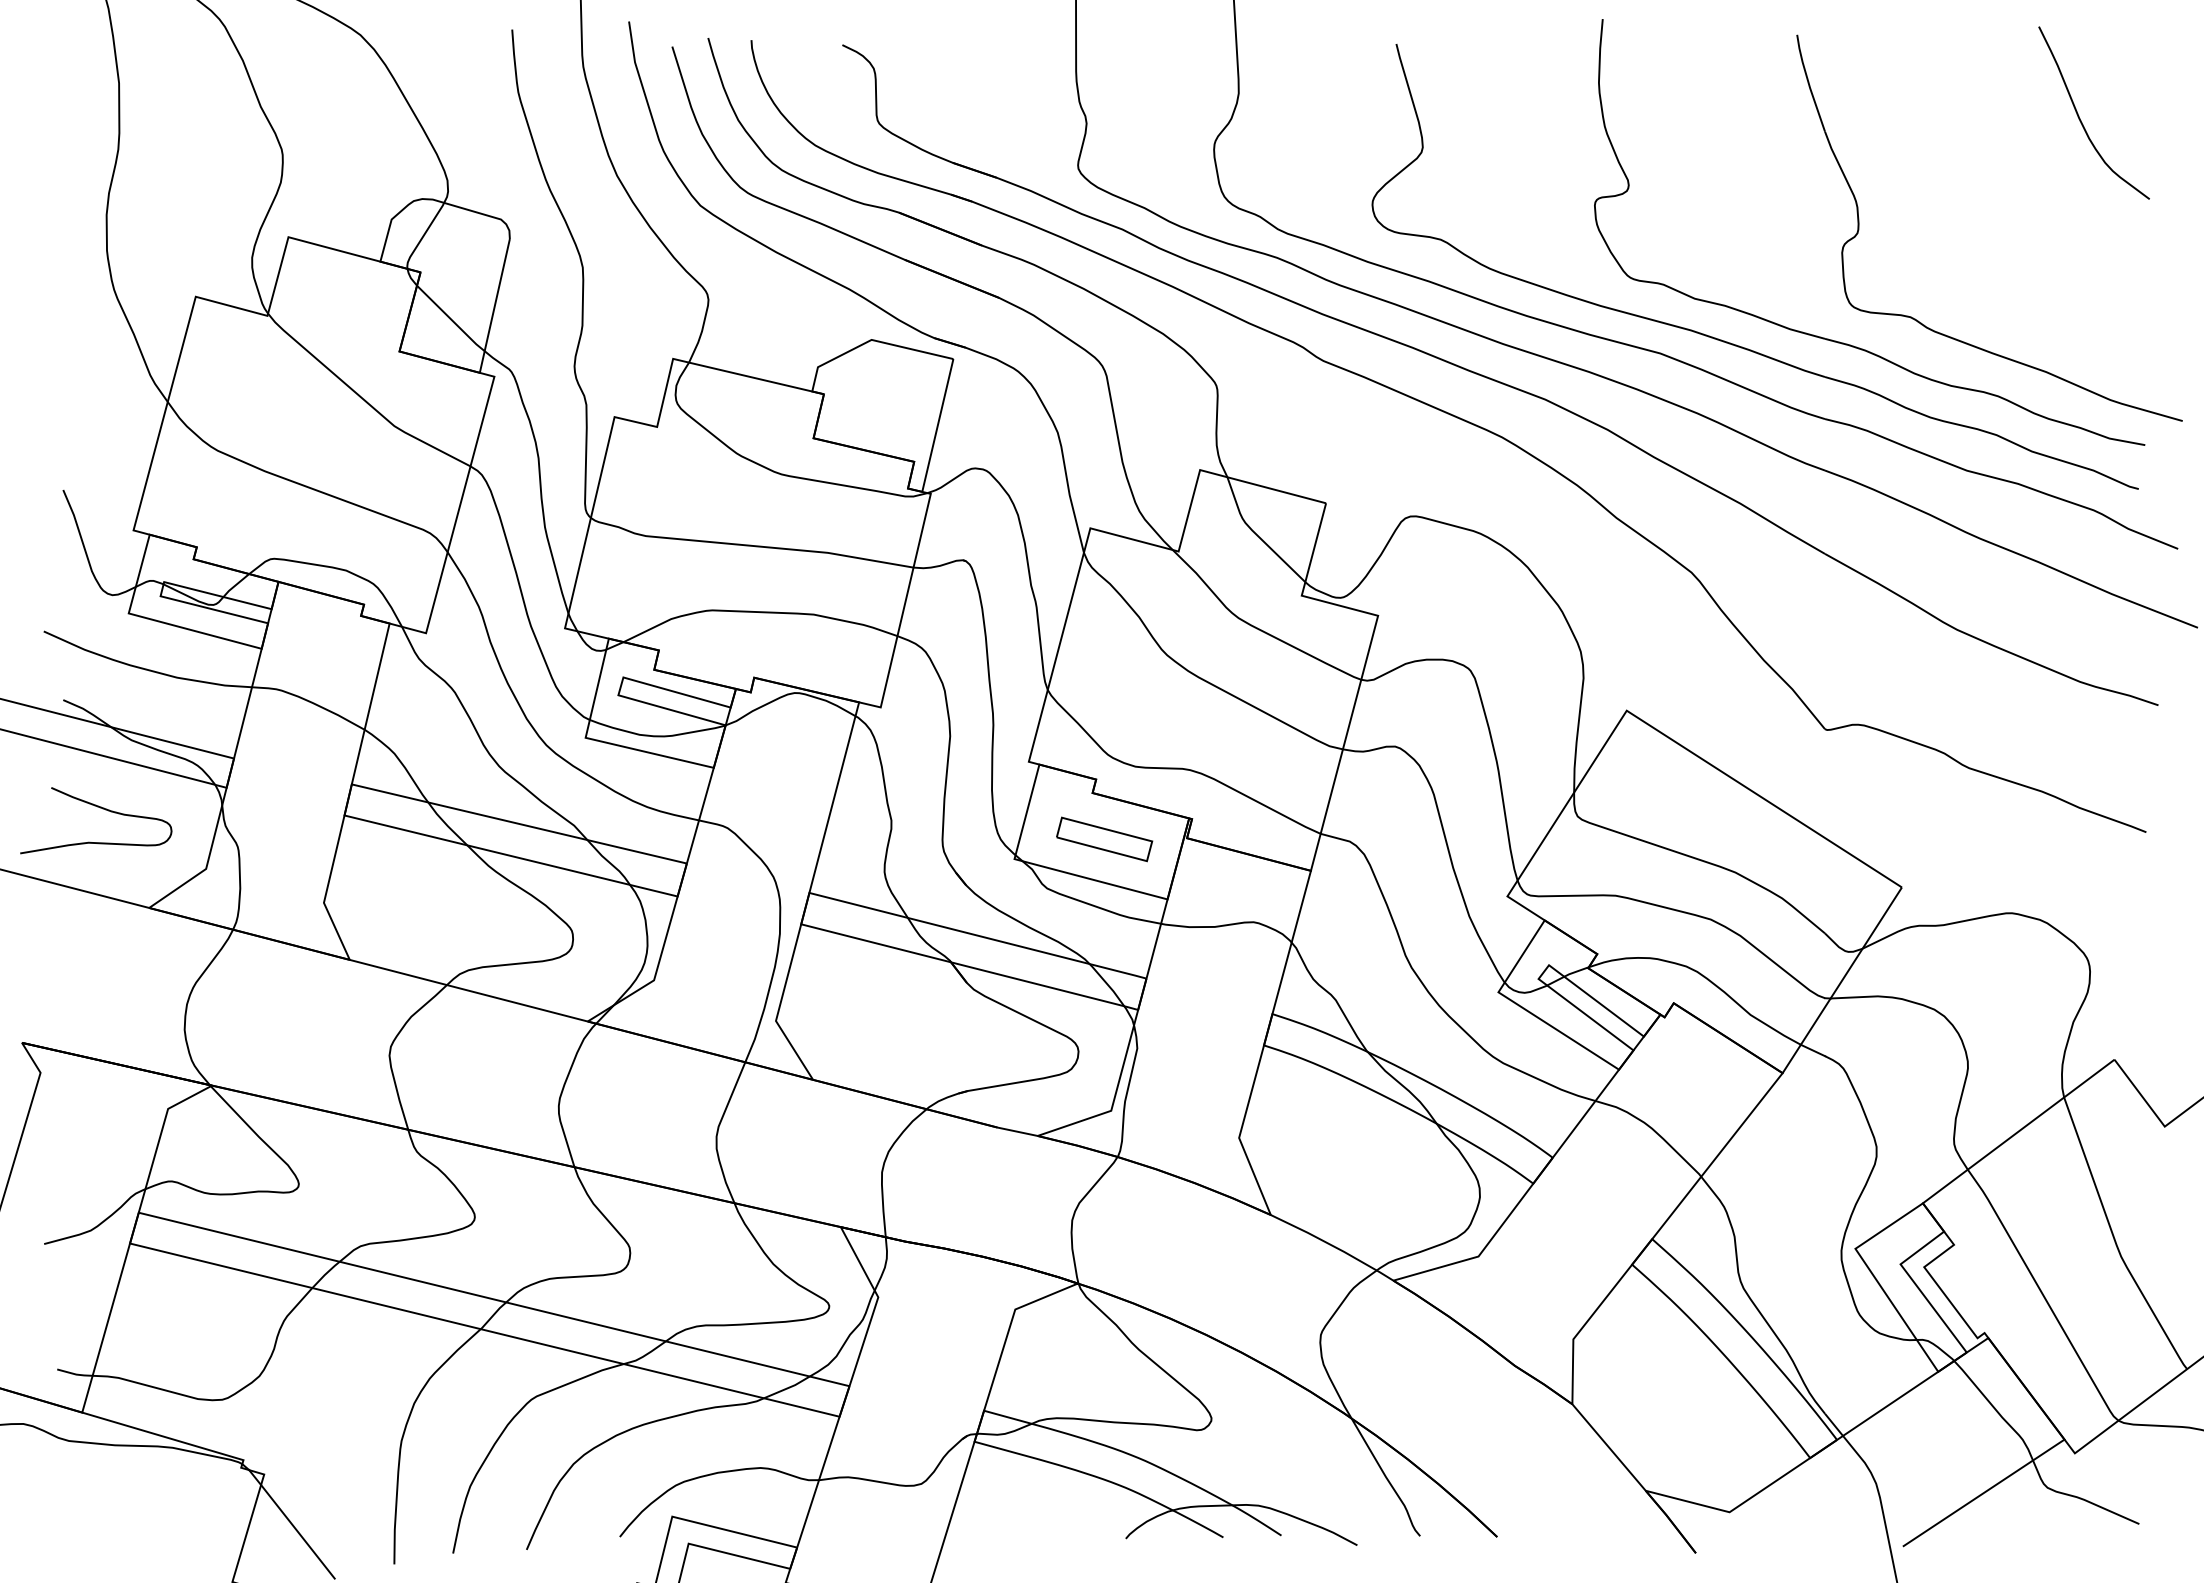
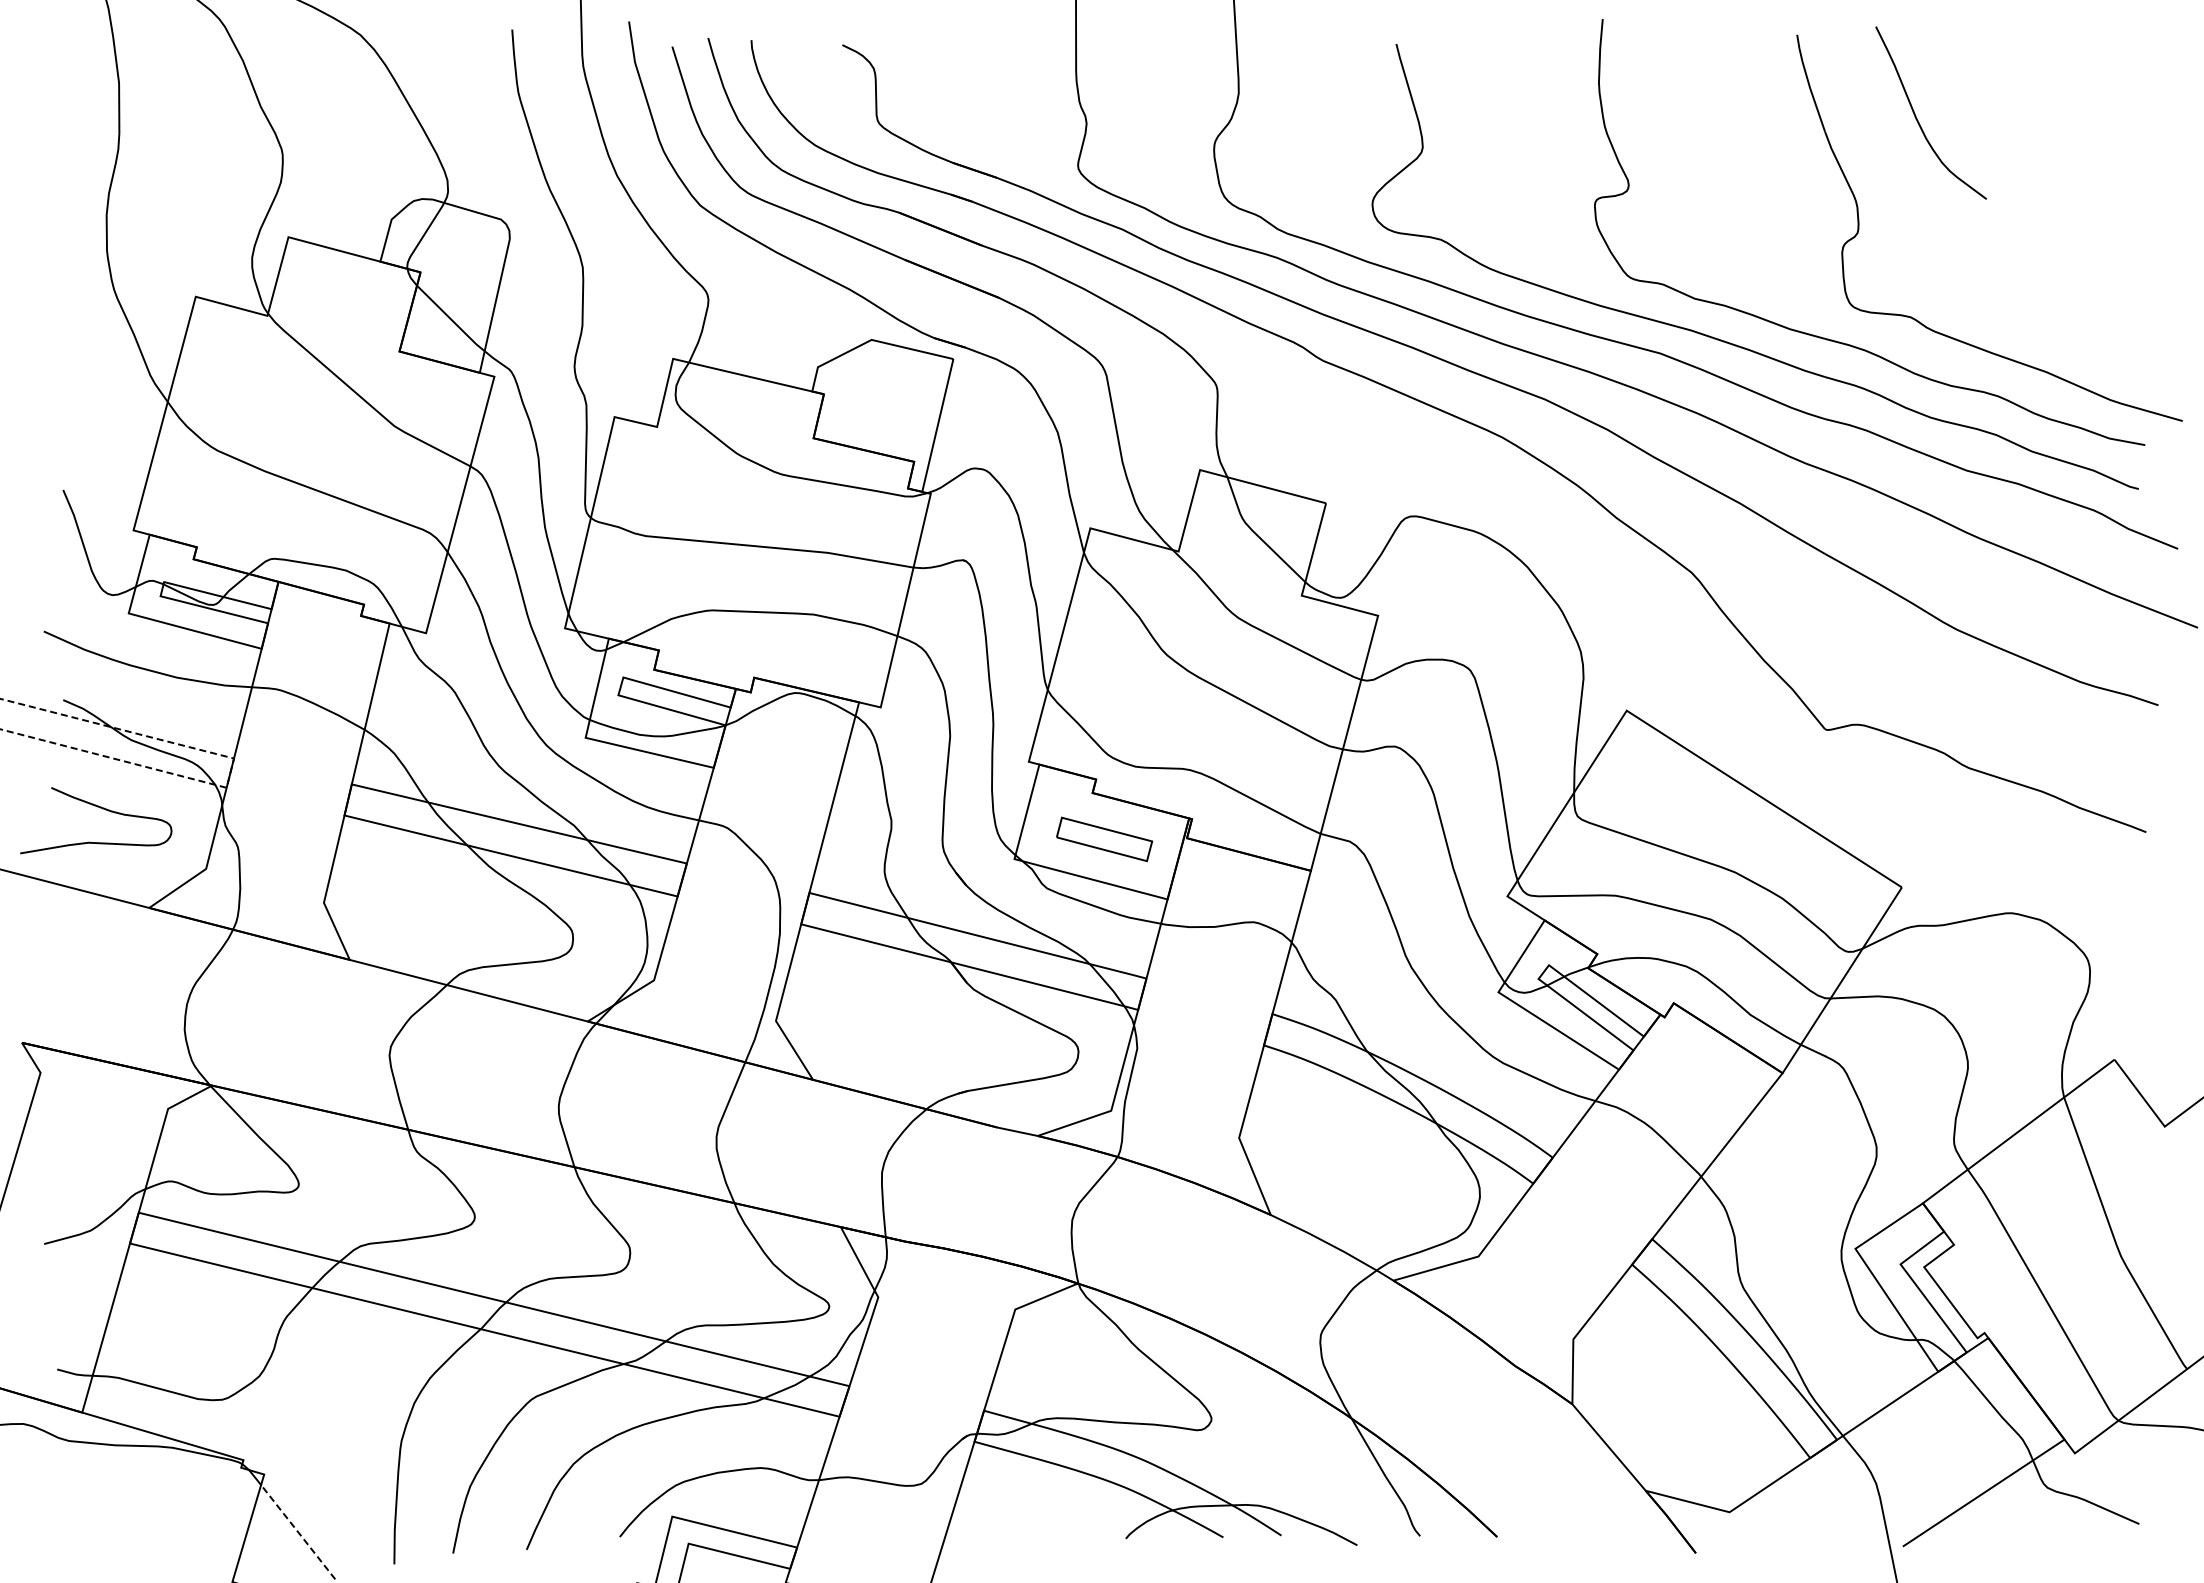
curve at (2079, 115) position: (2079, 115) -> (1916, 115)
line at (231, 769): solid -> dashed
line at (297, 1531): solid -> dashed
